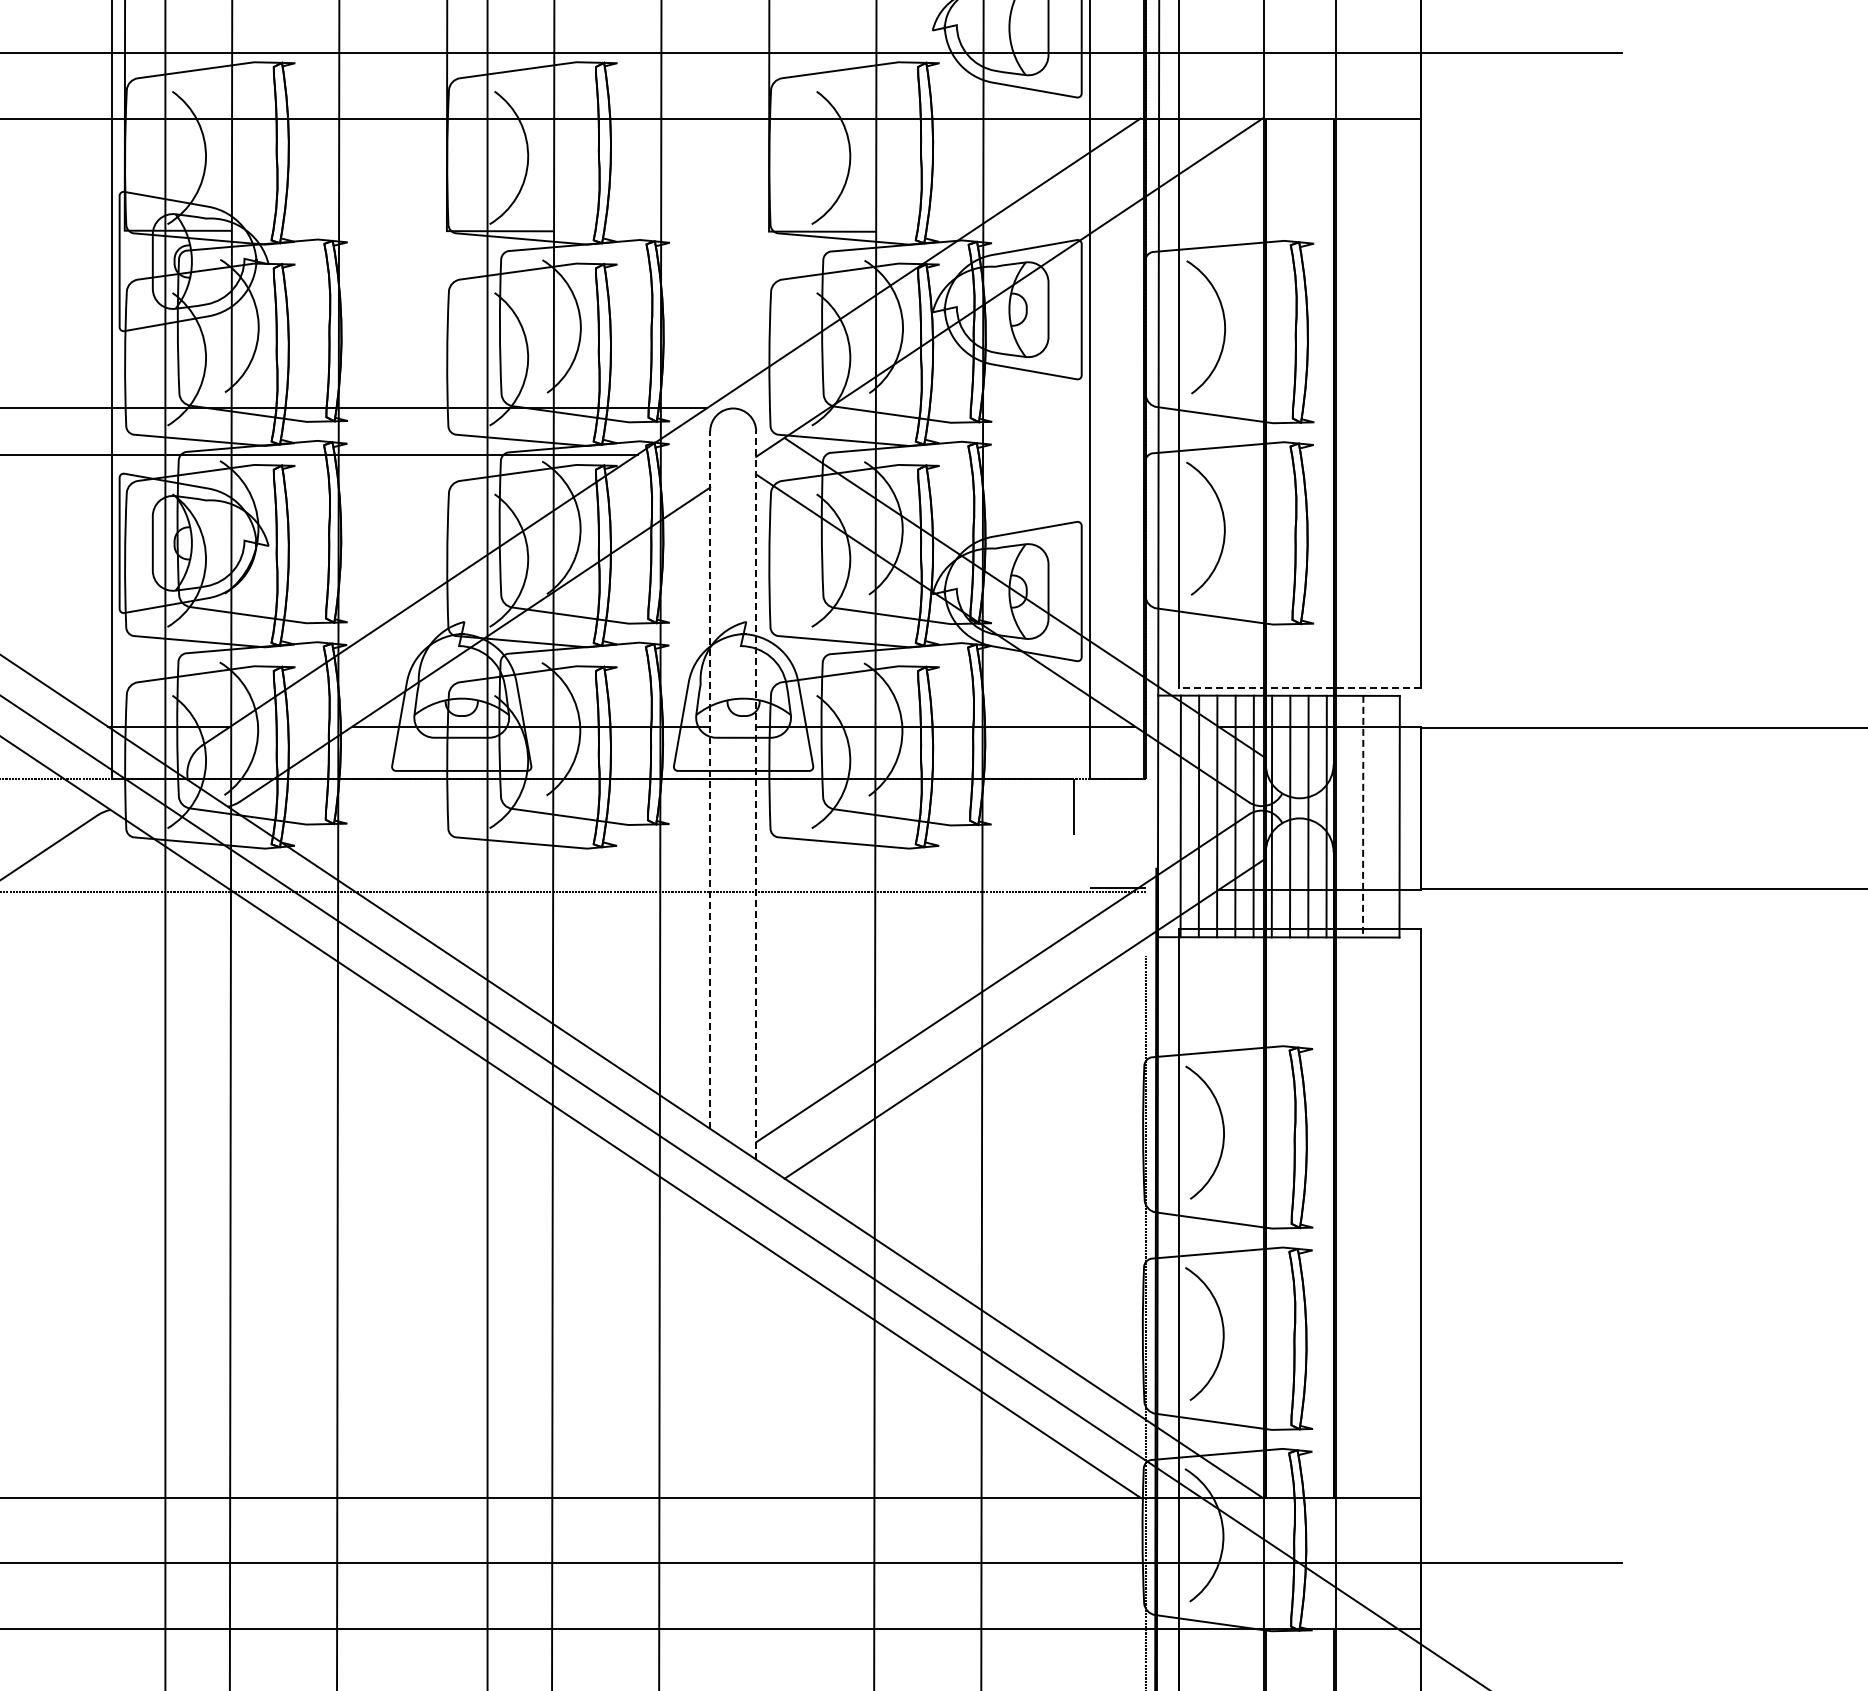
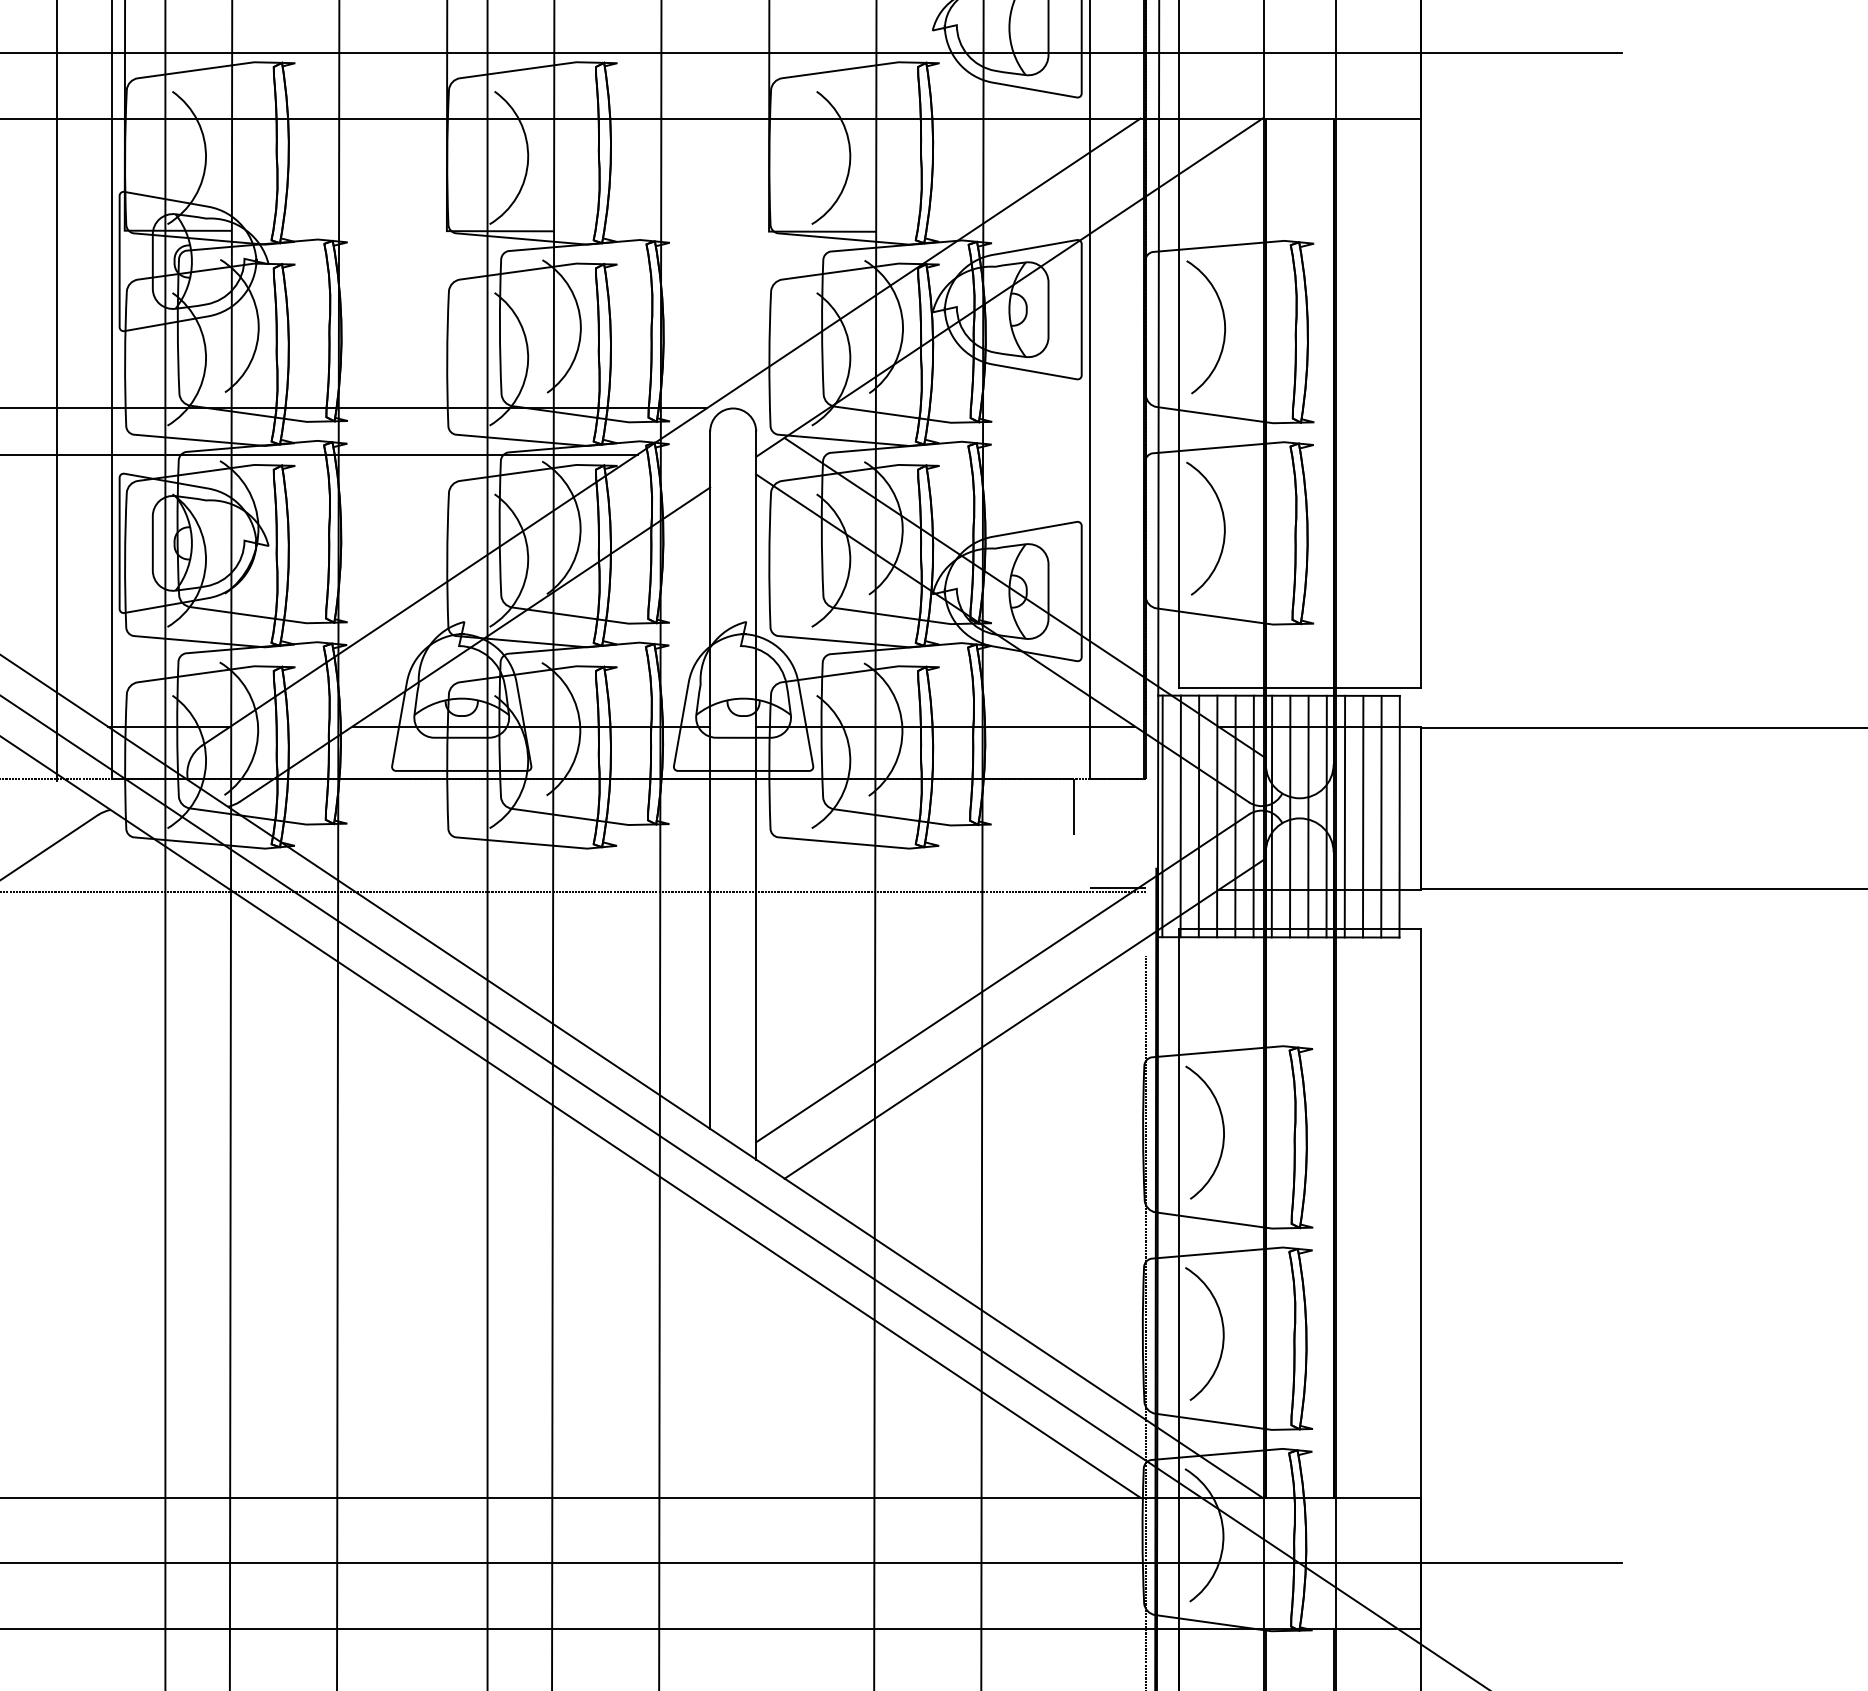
line at (56, 391): none -> present
line at (1299, 687): dashed -> solid
line at (710, 780): dashed -> solid
line at (756, 795): dashed -> solid
line at (1162, 816): none -> present
line at (1344, 816): none -> present
line at (1363, 816): dashed -> solid
line at (1381, 816): none -> present
